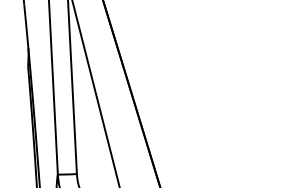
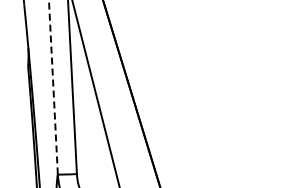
line at (53, 87): solid -> dashed
